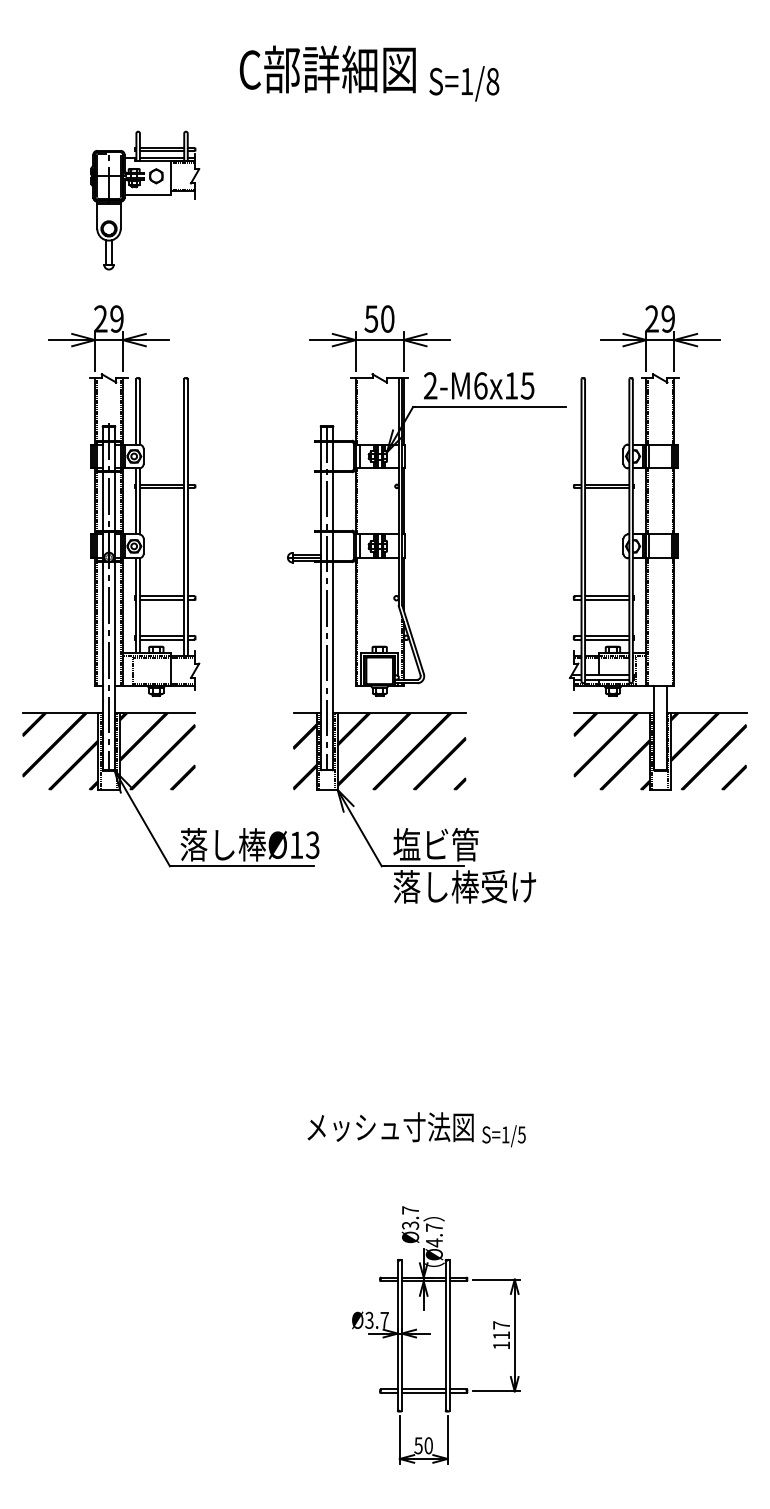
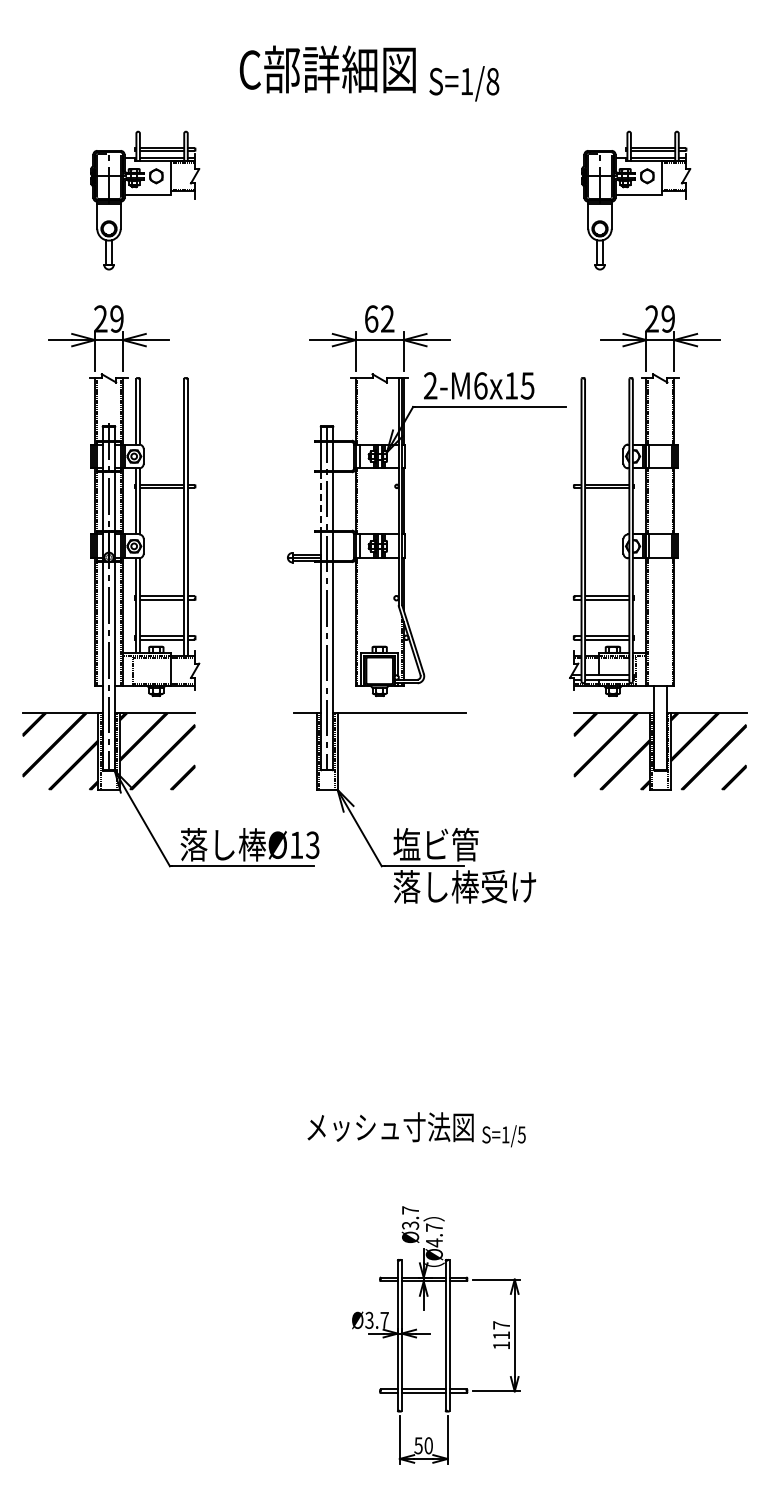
part at (636, 200): none -> present
text at (379, 318): 50 -> 62
line at (320, 501): solid -> dashed
hatch at (379, 751): present -> none
